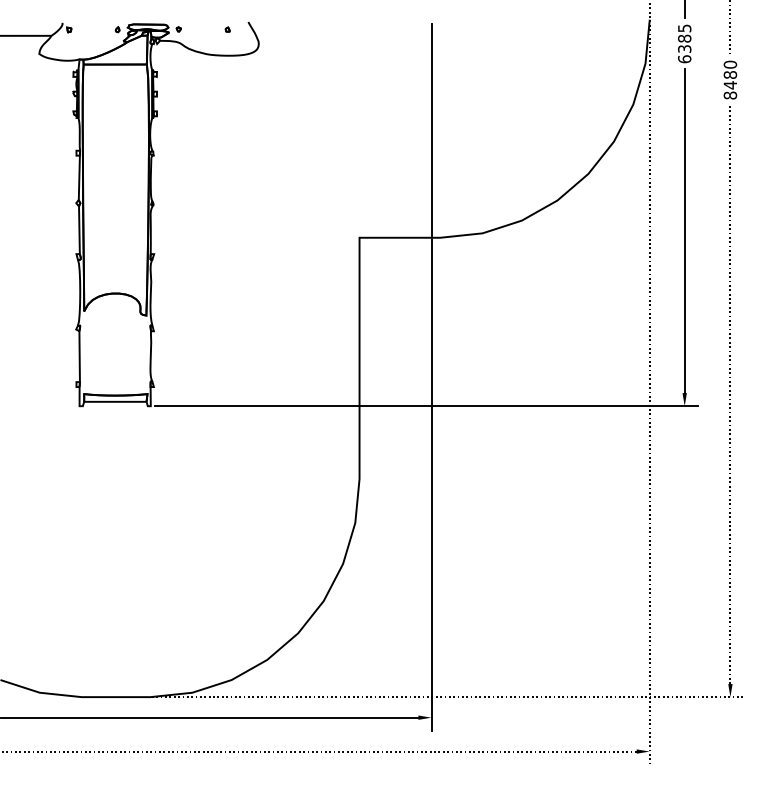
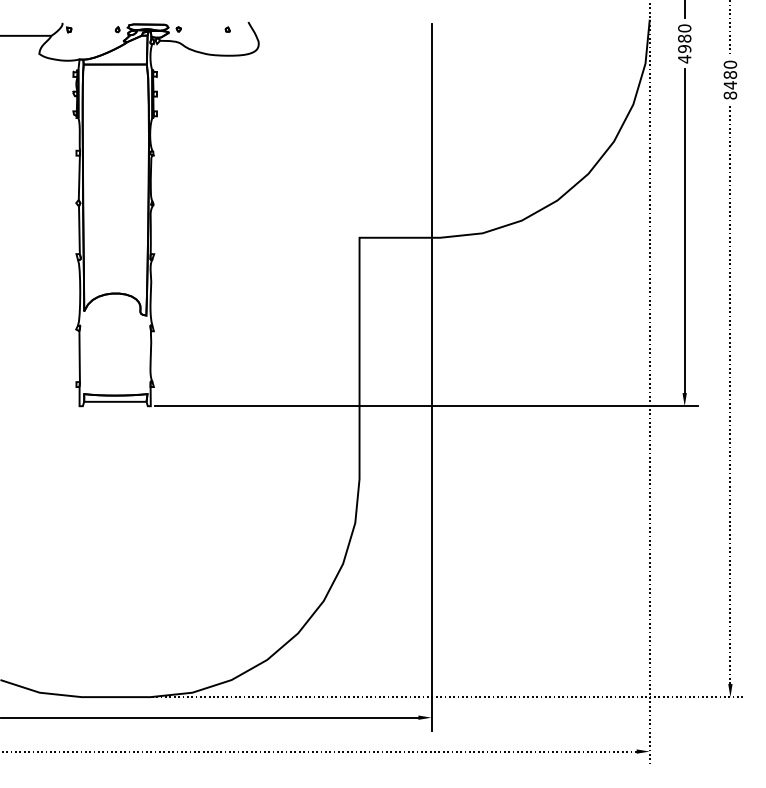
text at (684, 43): 6385 -> 4980
